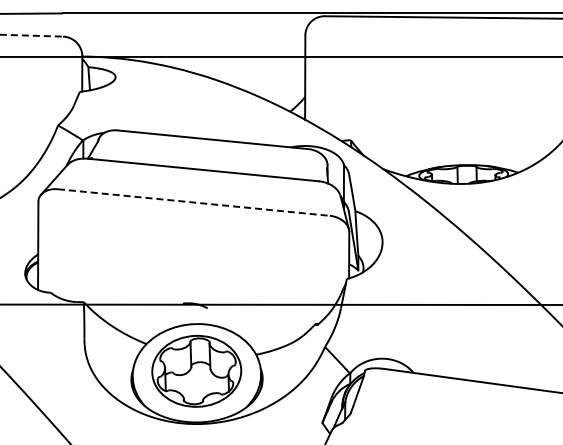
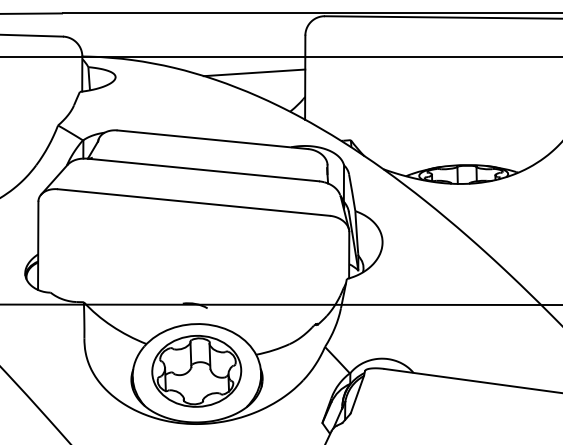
line at (32, 35): dashed -> solid
line at (254, 72): none -> present
line at (193, 202): dashed -> solid
